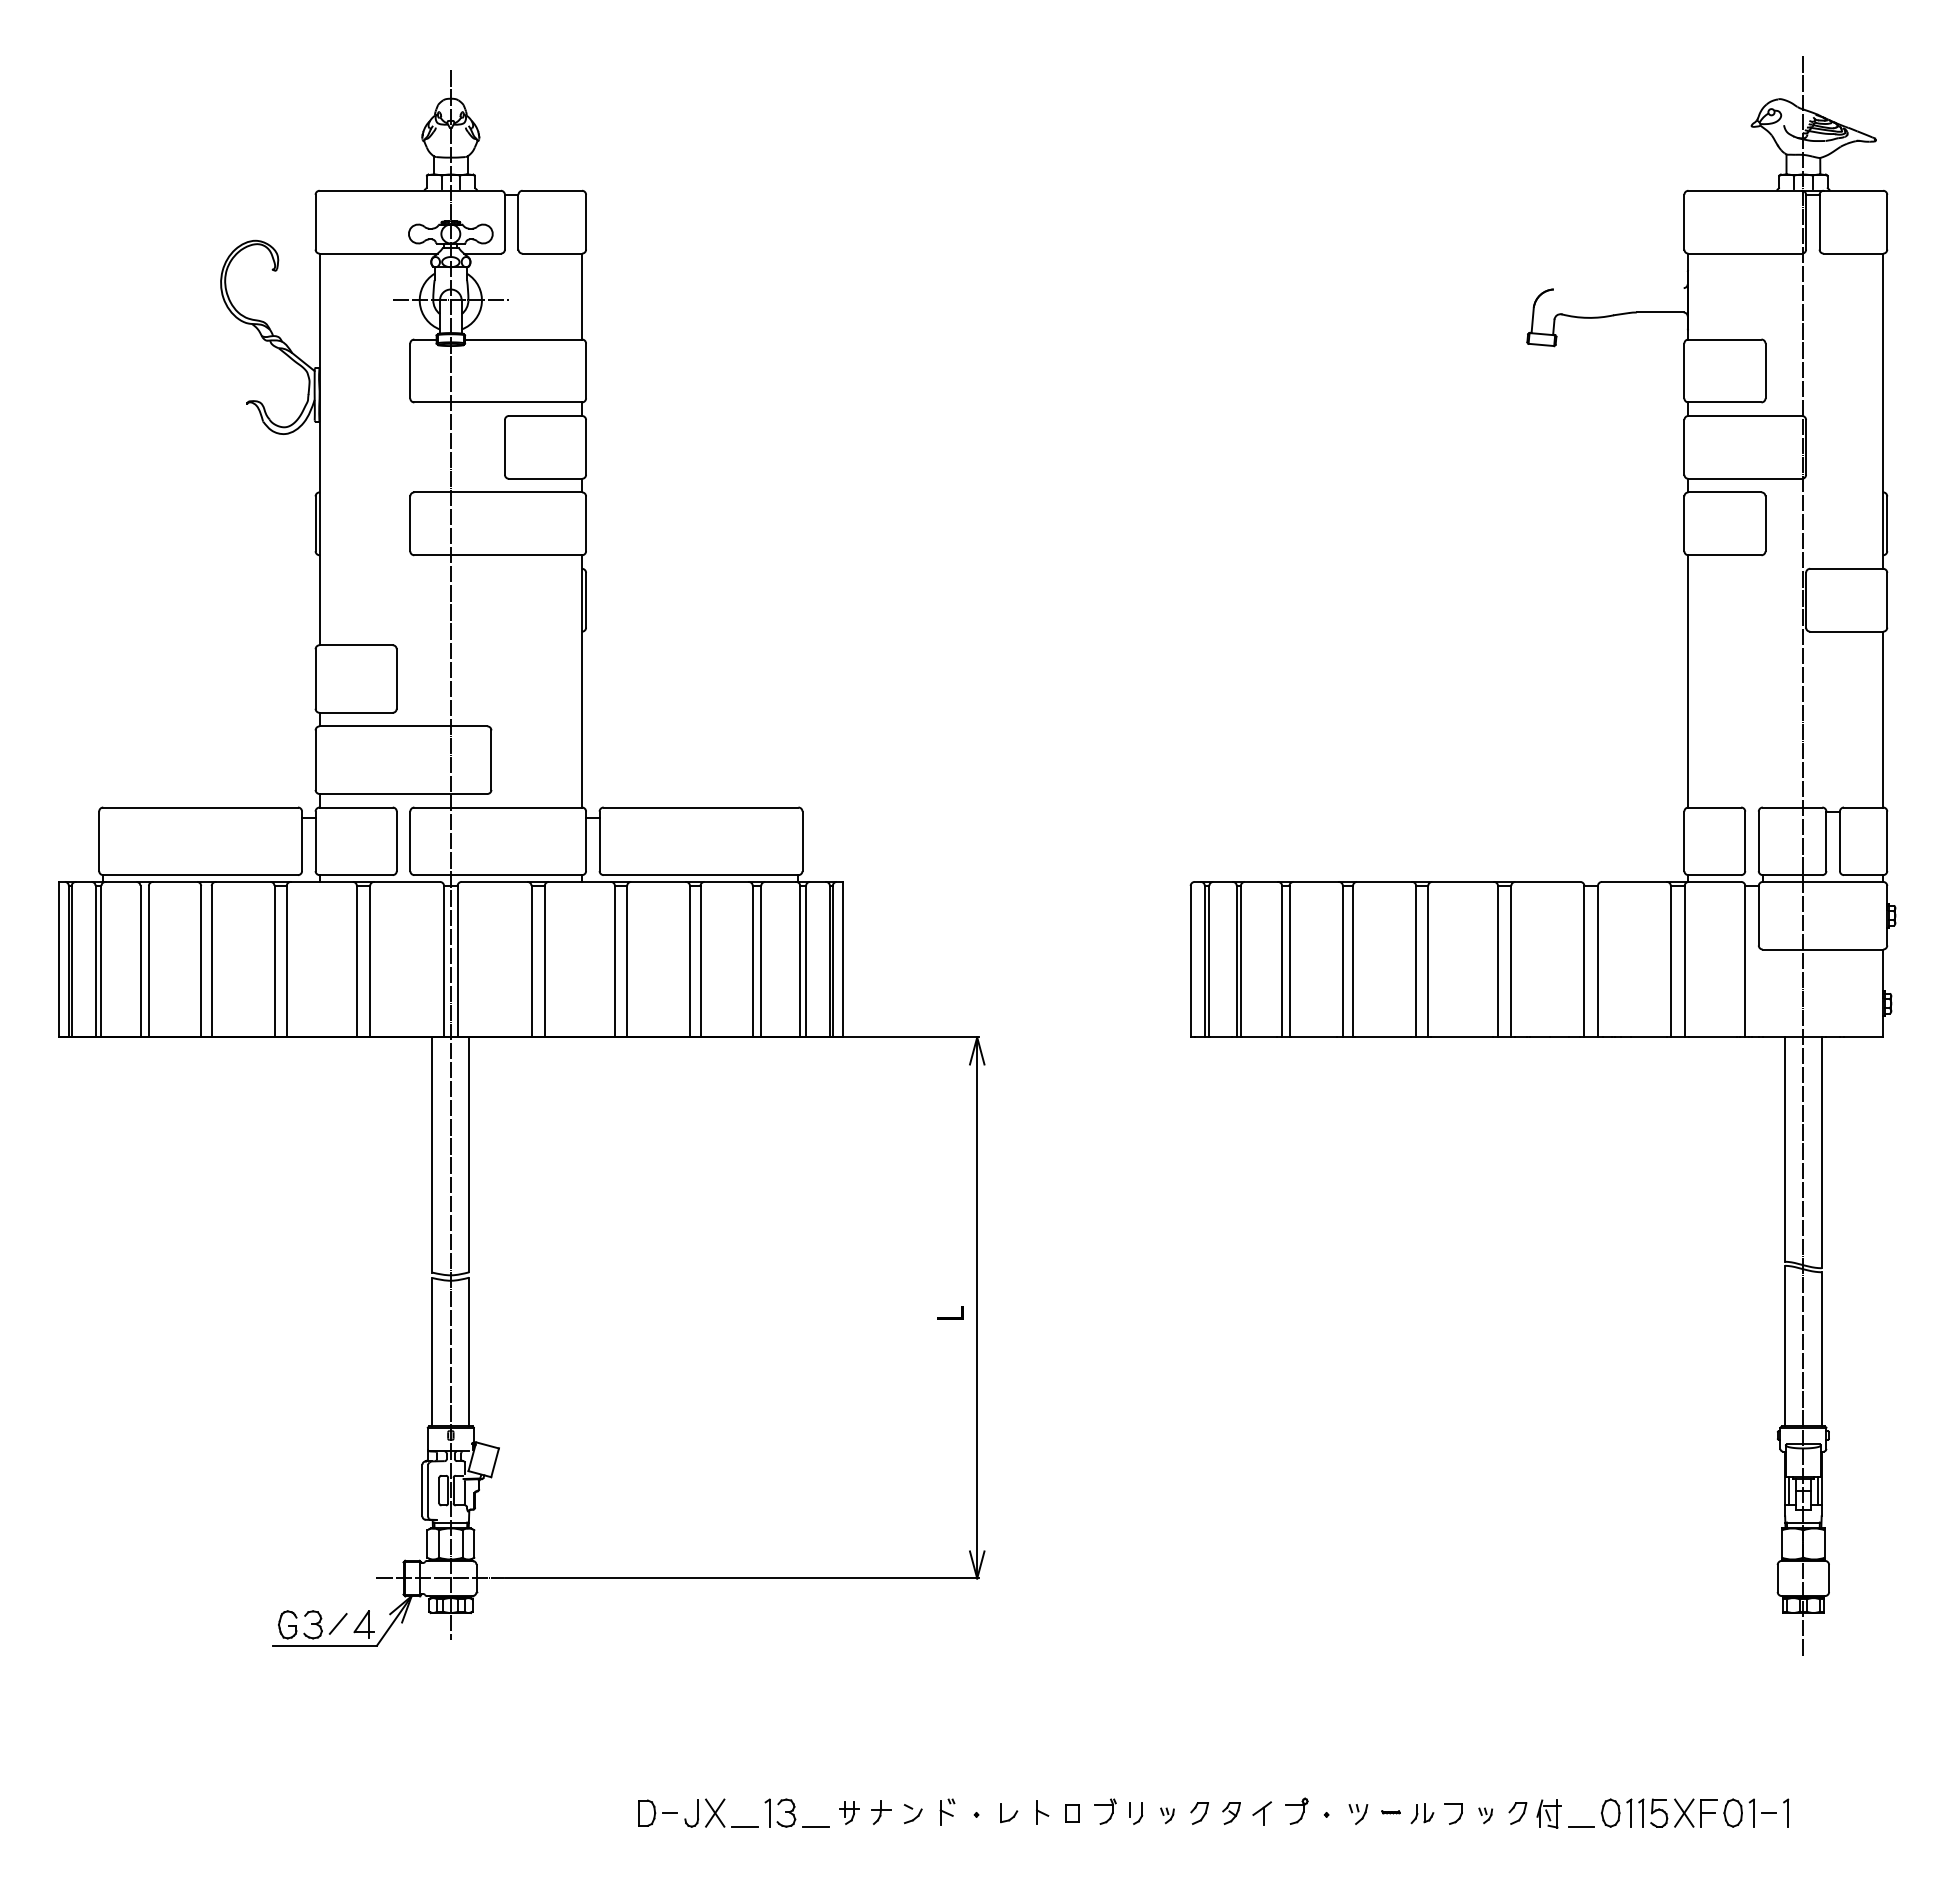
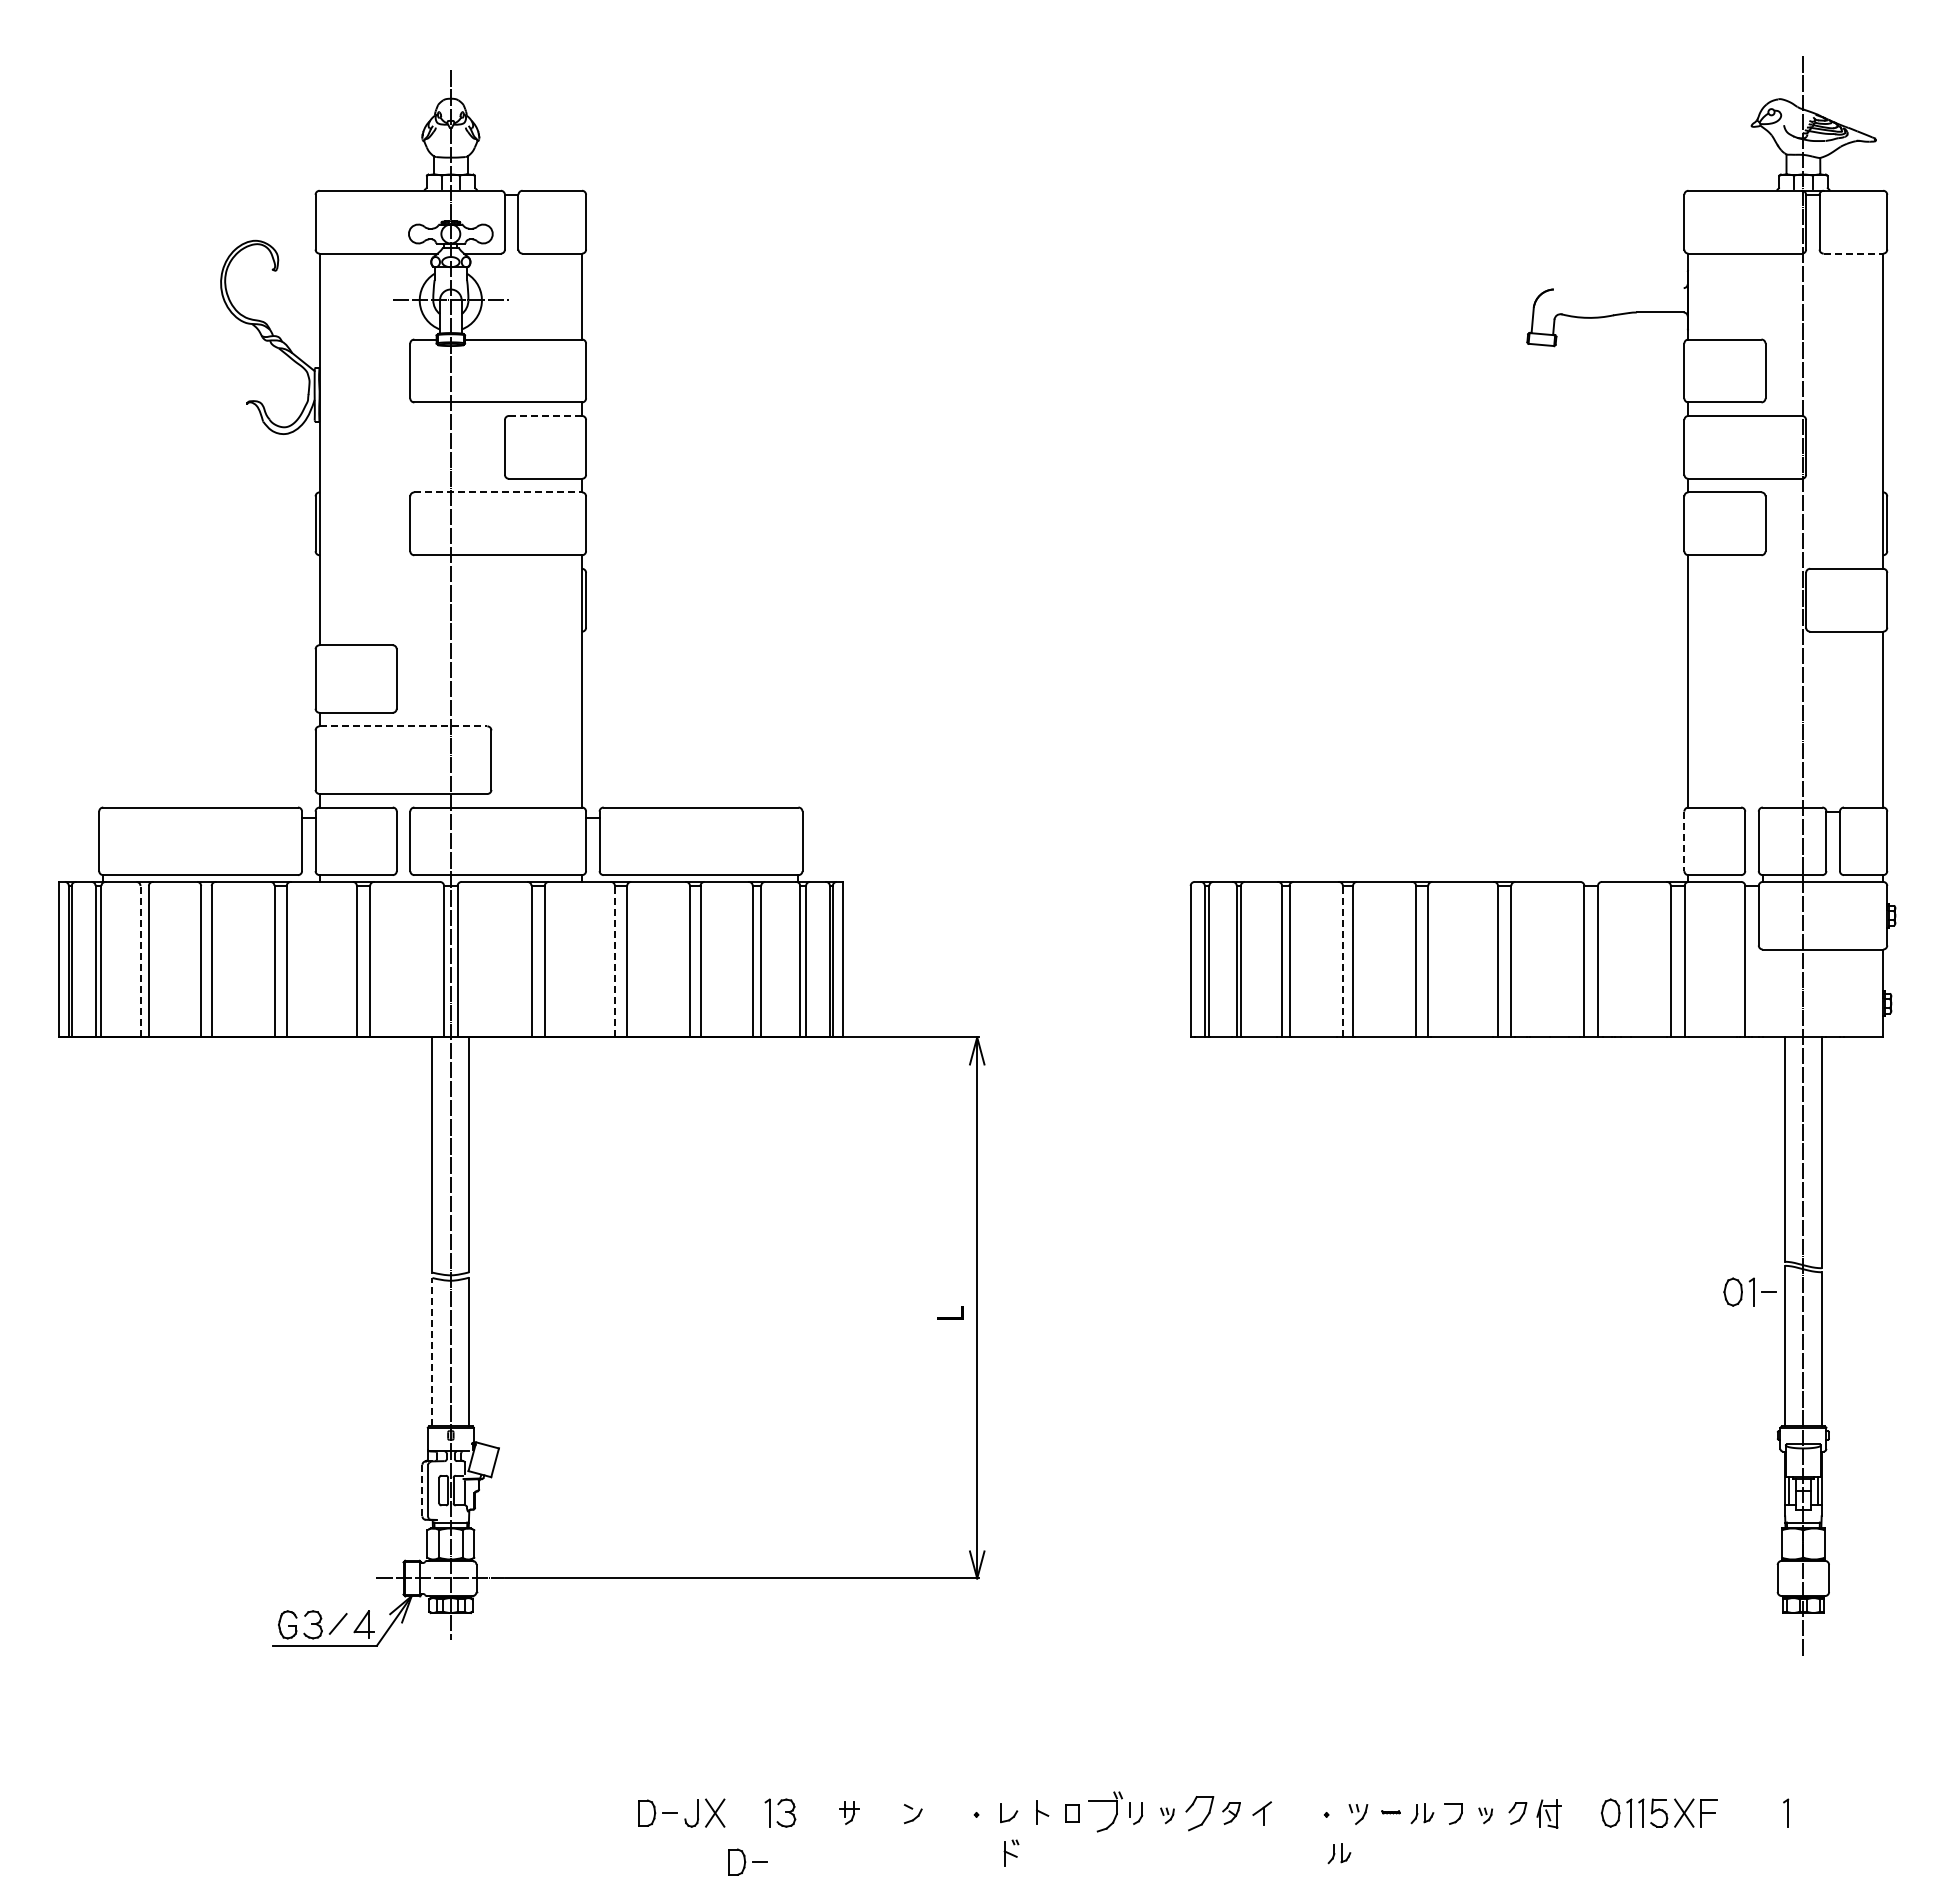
line at (1853, 253): solid -> dashed
line at (545, 415): solid -> dashed
line at (498, 492): solid -> dashed
line at (403, 726): solid -> dashed
line at (1684, 841): solid -> dashed
line at (140, 961): solid -> dashed
line at (614, 961): solid -> dashed
line at (1342, 961): solid -> dashed
line at (432, 1351): solid -> dashed
line at (422, 1490): solid -> dashed
part at (1296, 1810): present -> none
part at (947, 1811) position: (947, 1811) -> (1011, 1852)
part at (1105, 1811) size: 23x27 px -> 35x42 px
part at (881, 1812): present -> none
part at (1749, 1812) position: (1749, 1812) -> (1749, 1291)
part at (1199, 1813) size: 19x23 px -> 30x36 px
line at (744, 1826): present -> none
line at (815, 1826): present -> none
line at (1580, 1826): present -> none
part at (1339, 1853): none -> present
part at (747, 1861): none -> present
